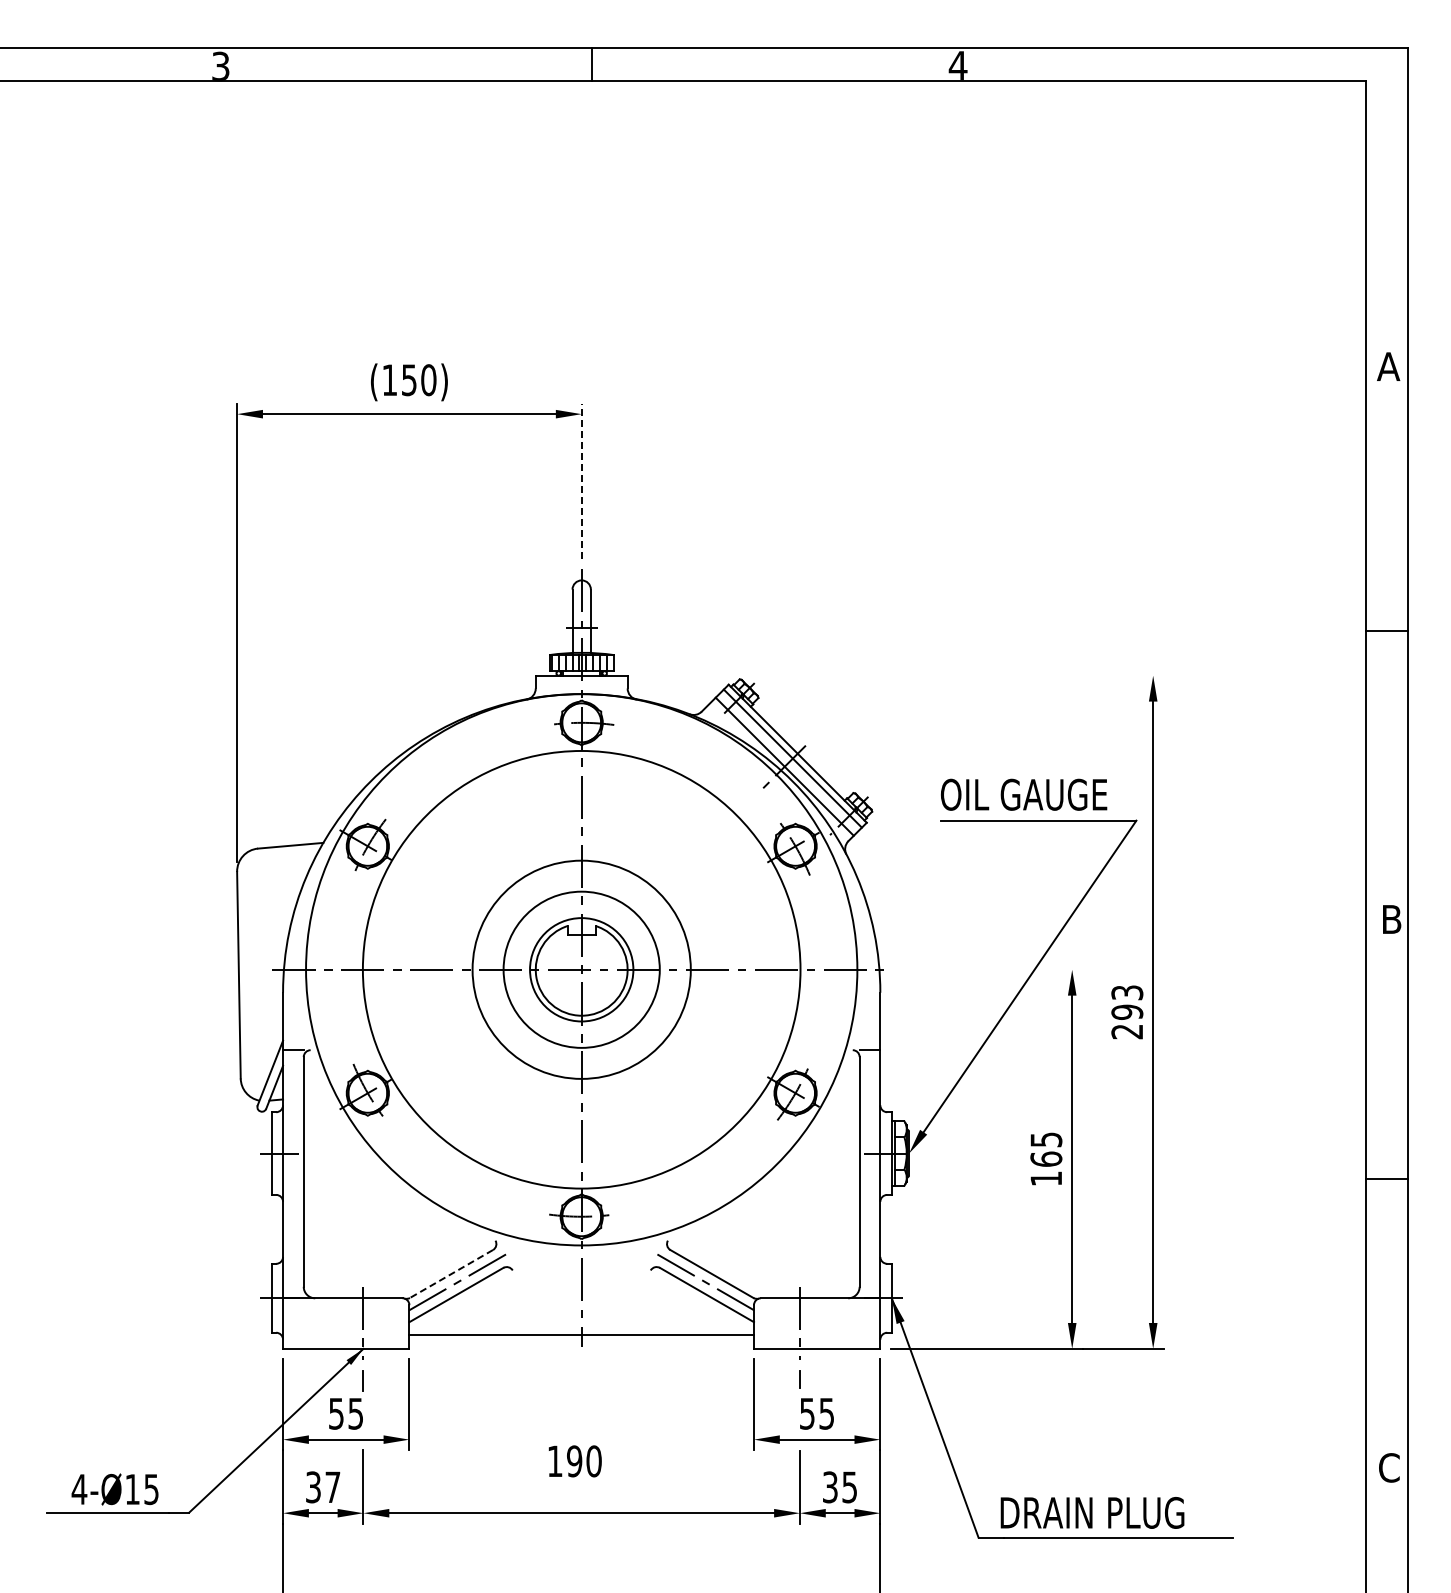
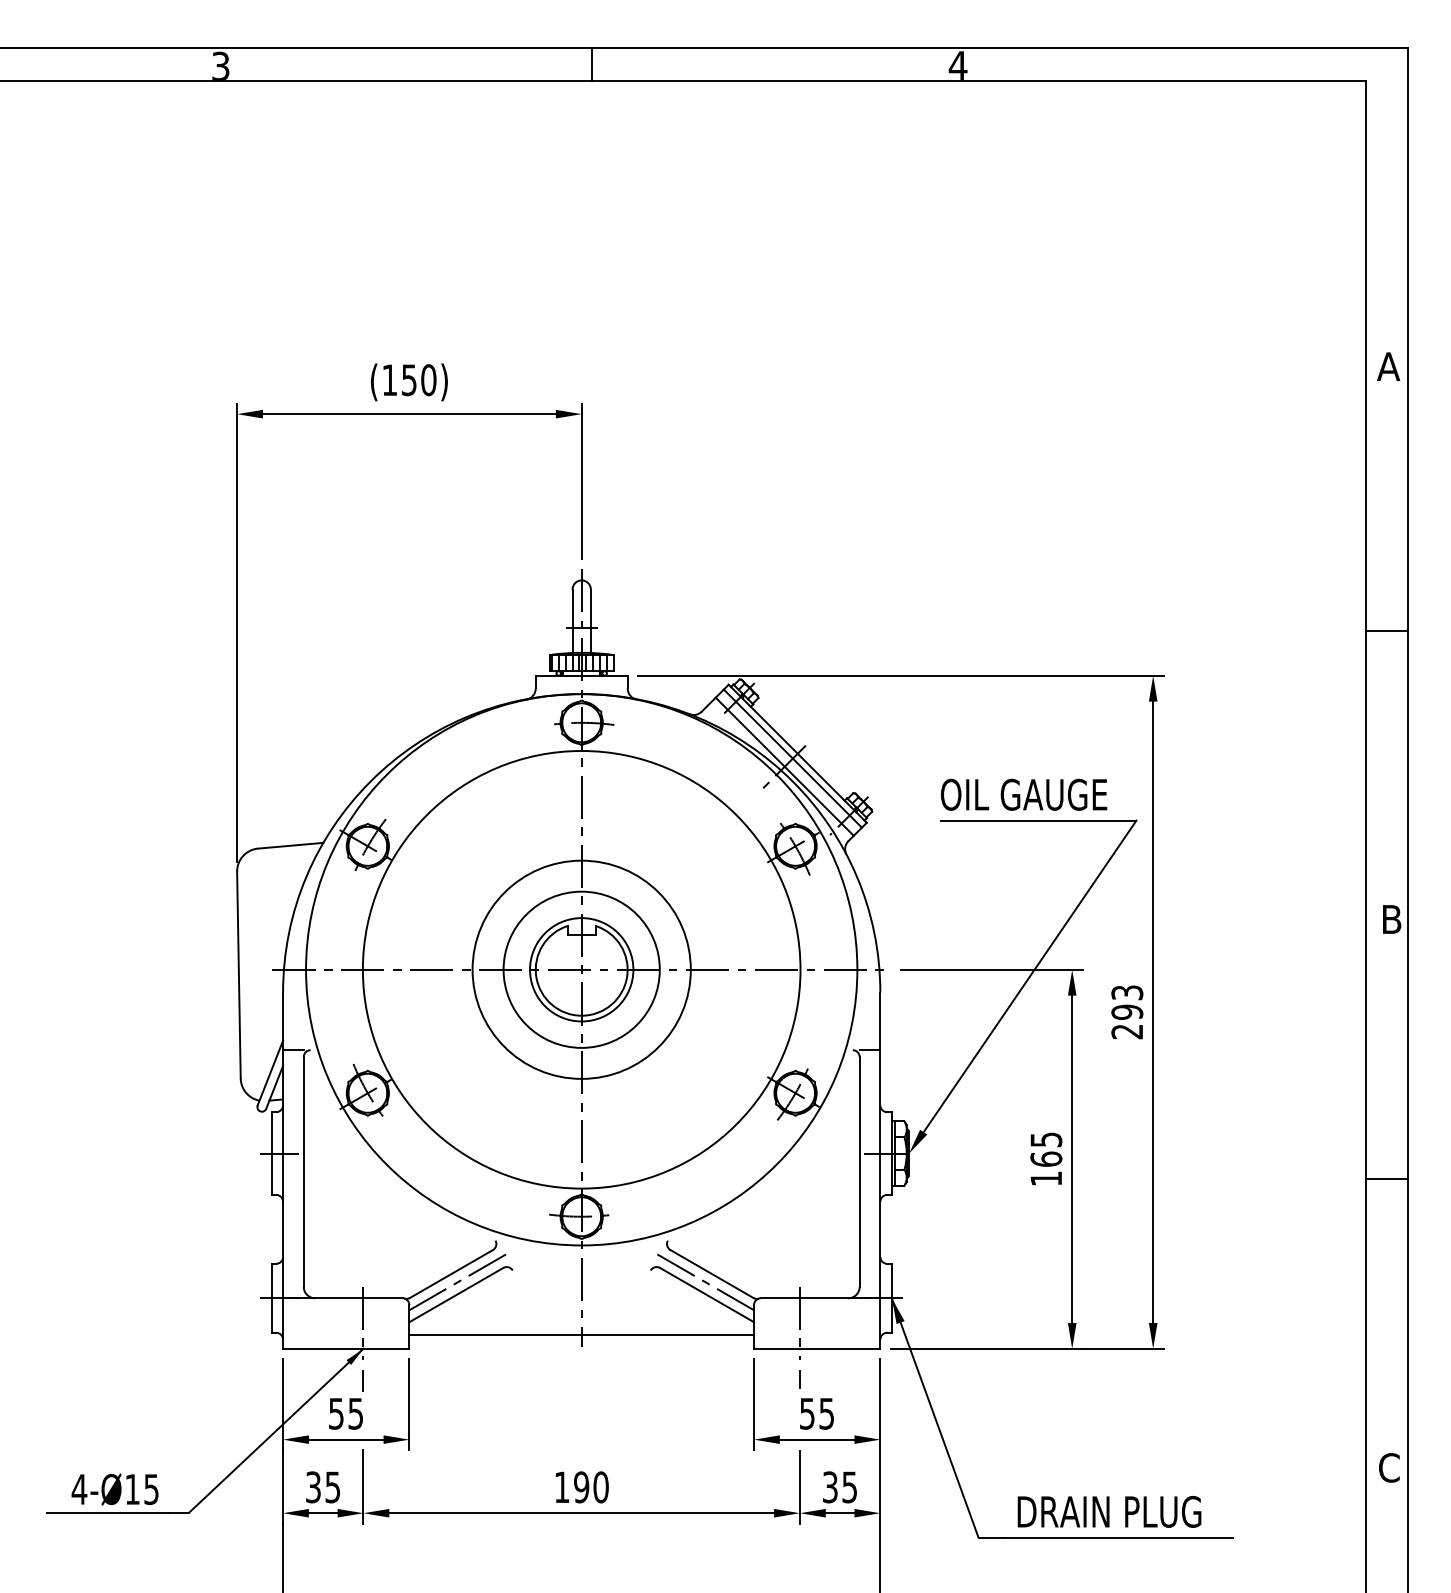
line at (581, 480): dashed -> solid
line at (900, 675): none -> present
line at (991, 969): none -> present
line at (451, 1274): dashed -> solid
text at (574, 1461) position: (574, 1461) -> (581, 1487)
text at (332, 1487): 37 -> 35
text at (1092, 1512) position: (1092, 1512) -> (1109, 1511)
